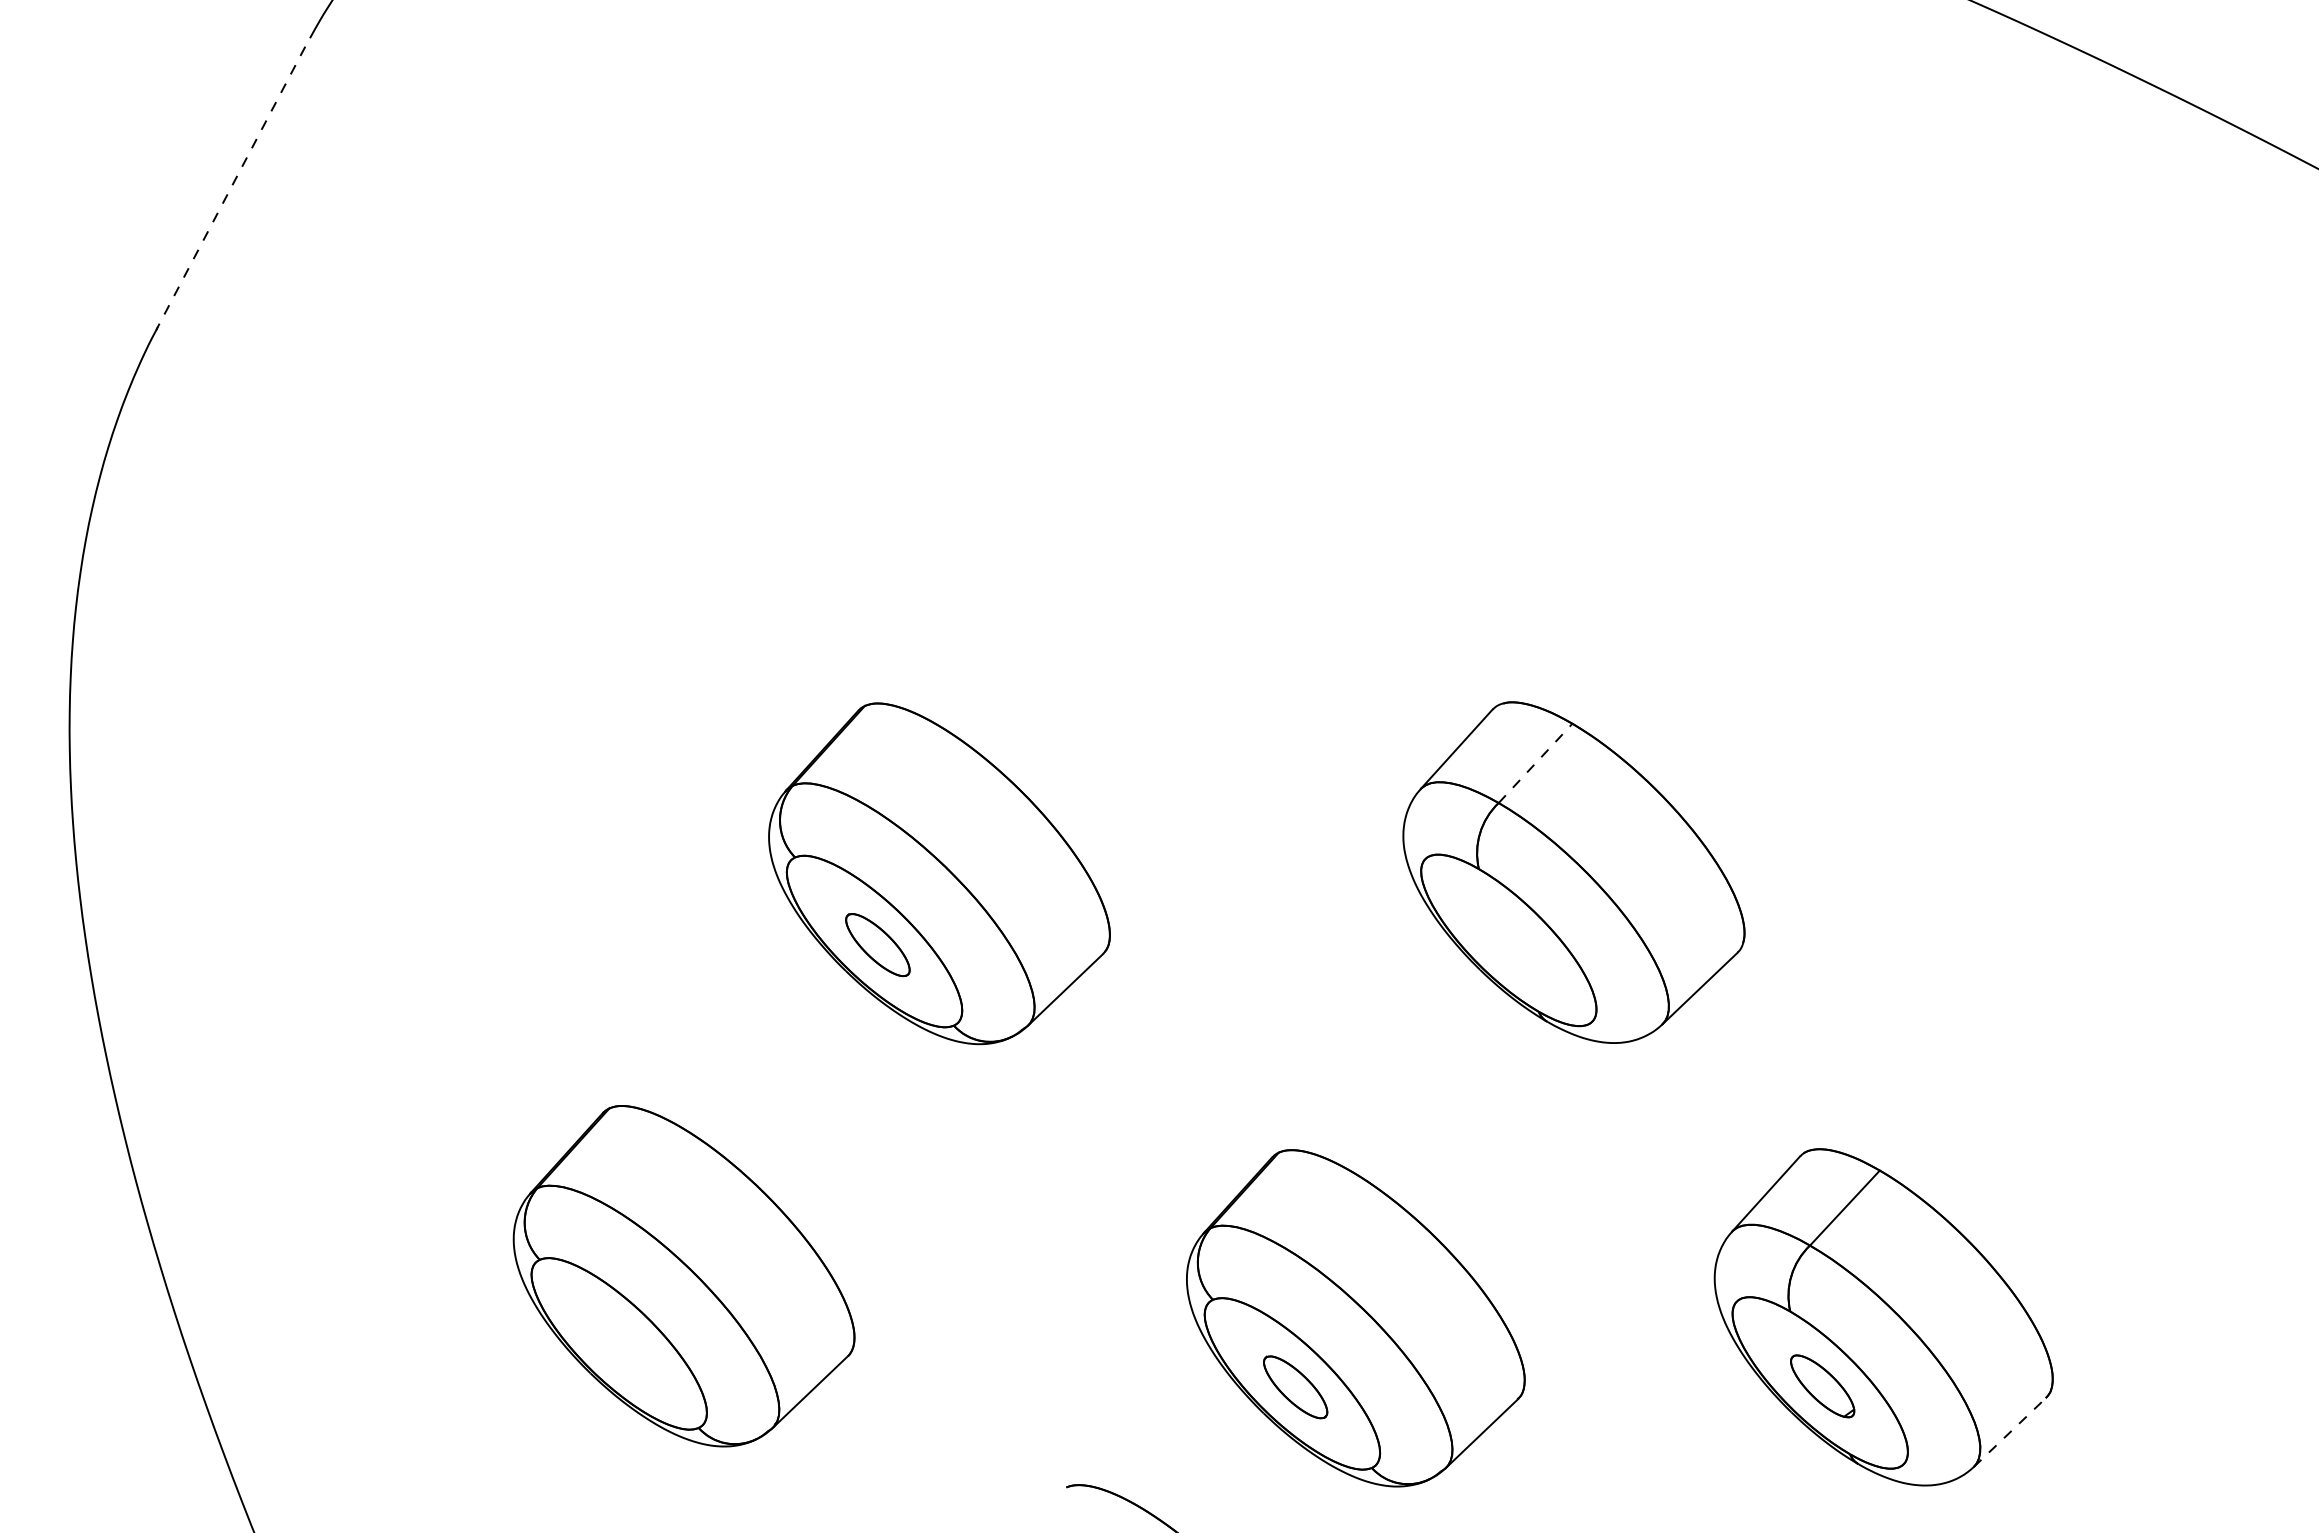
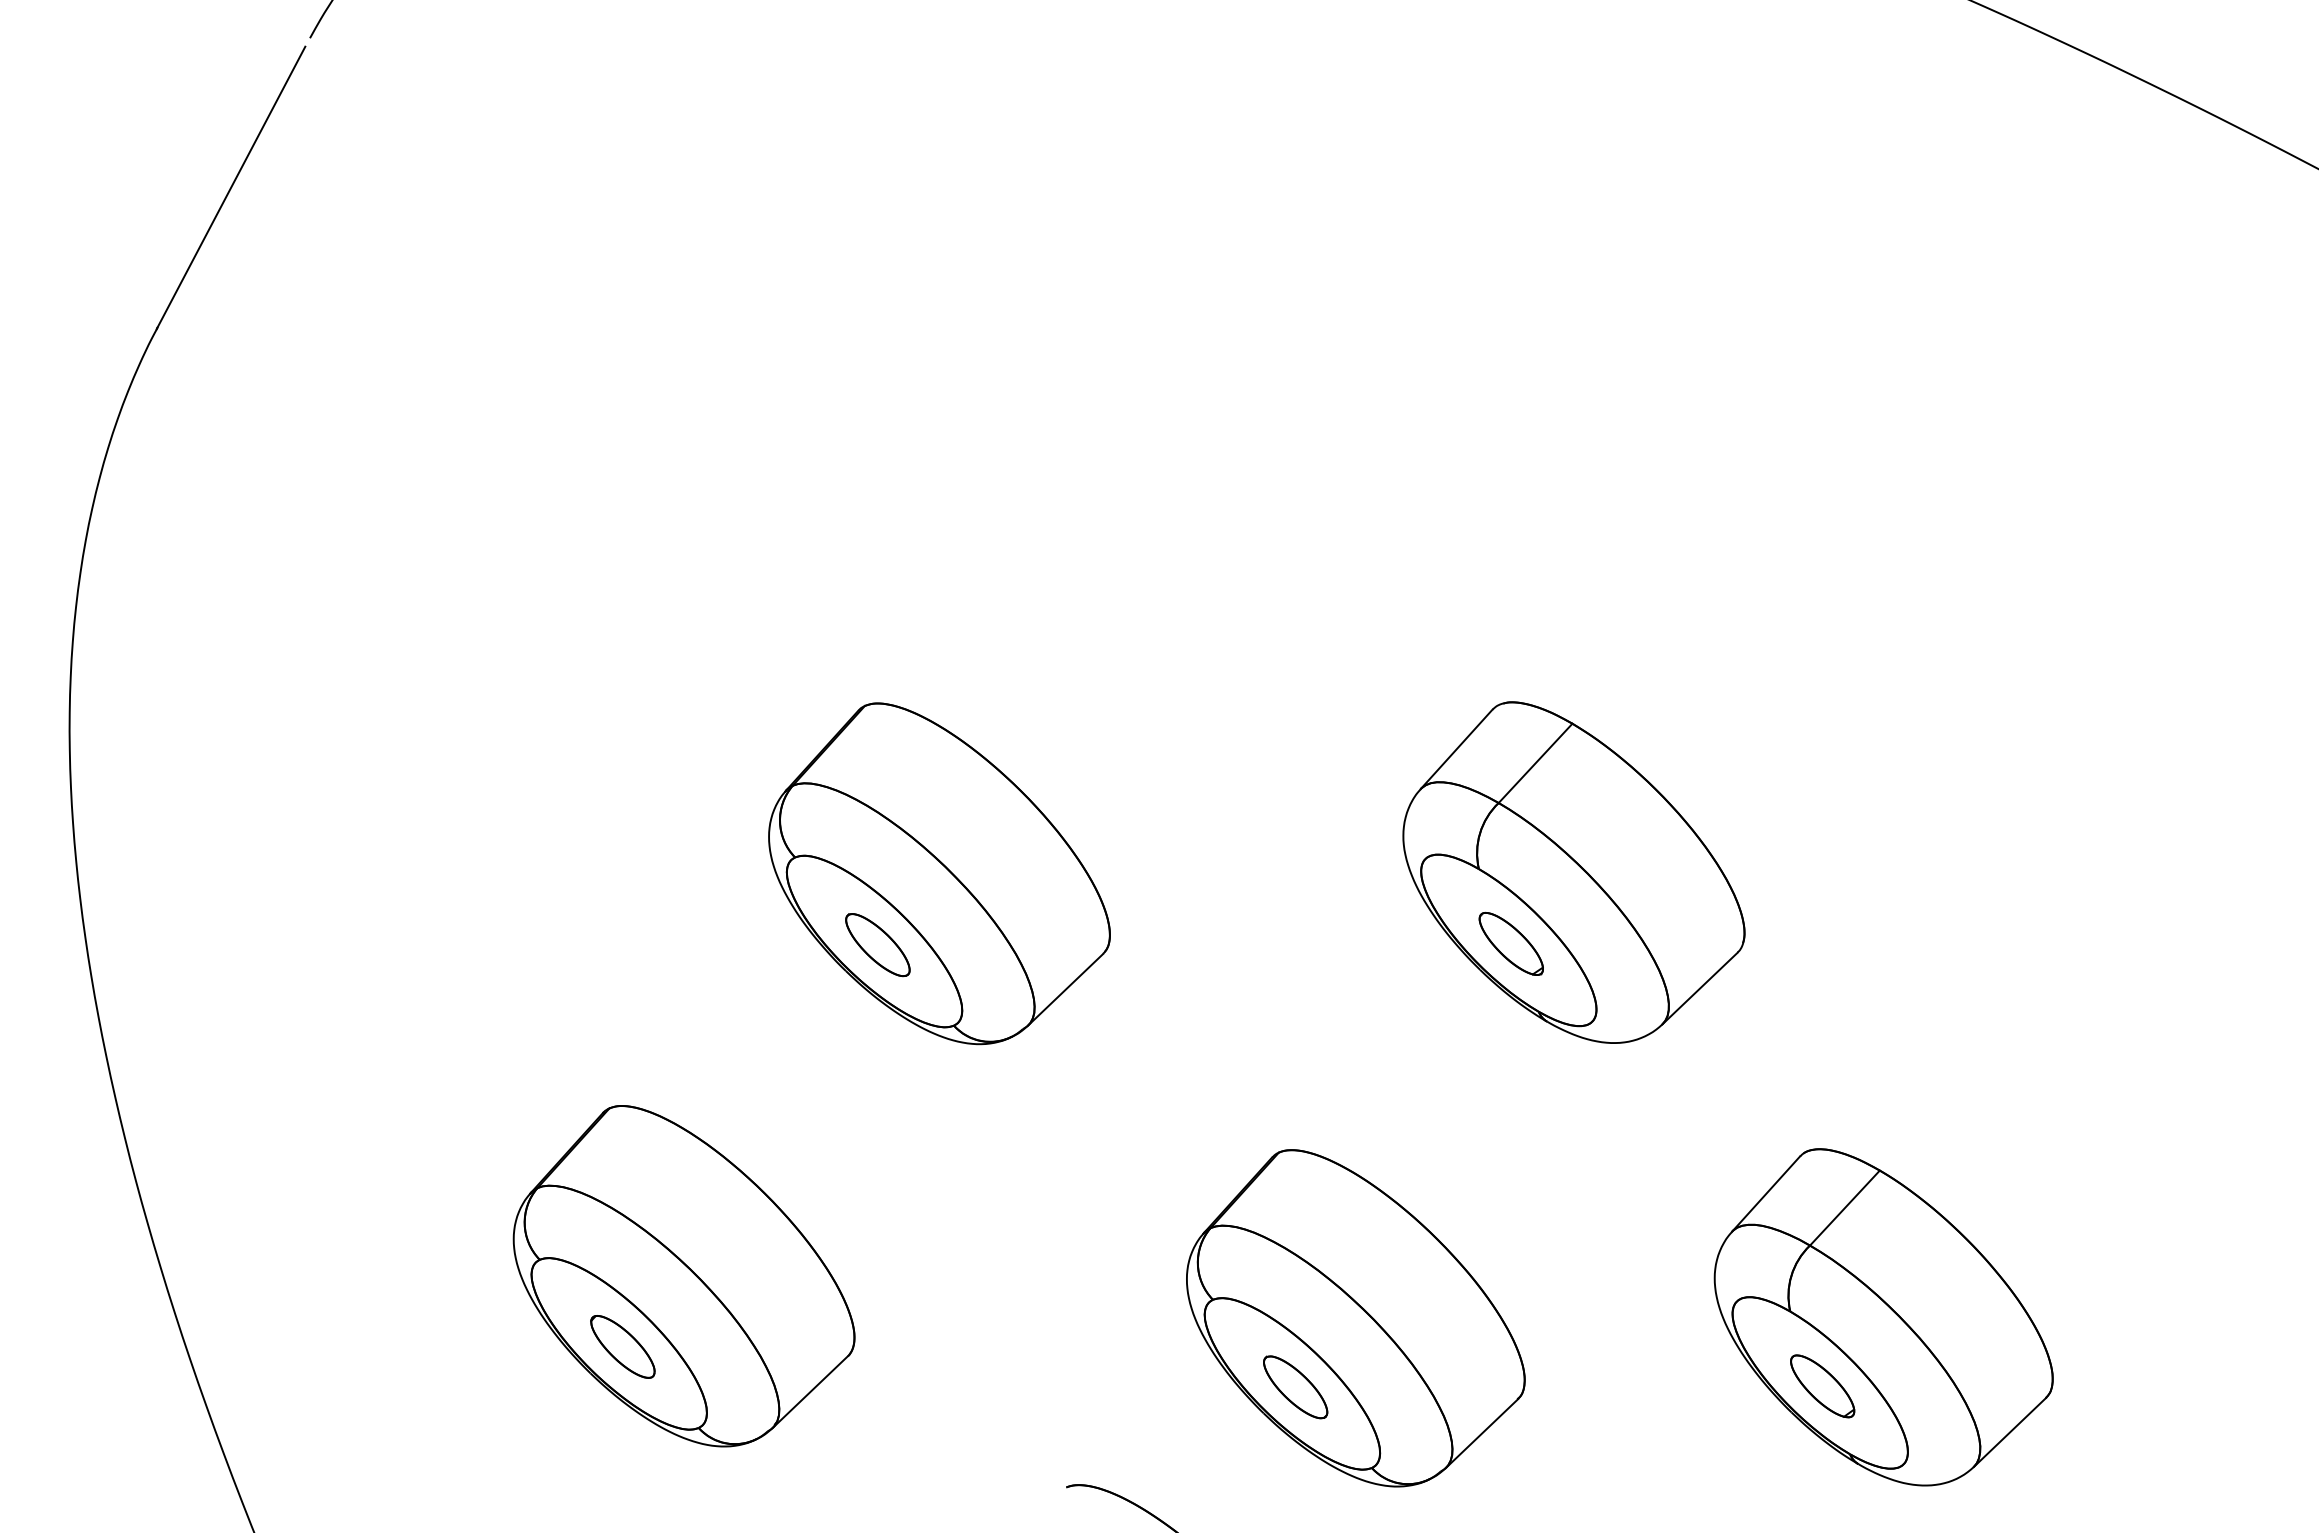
line at (231, 187): dashed -> solid
line at (1535, 763): dashed -> solid
part at (1510, 943): none -> present
part at (622, 1346): none -> present
line at (2009, 1432): dashed -> solid
